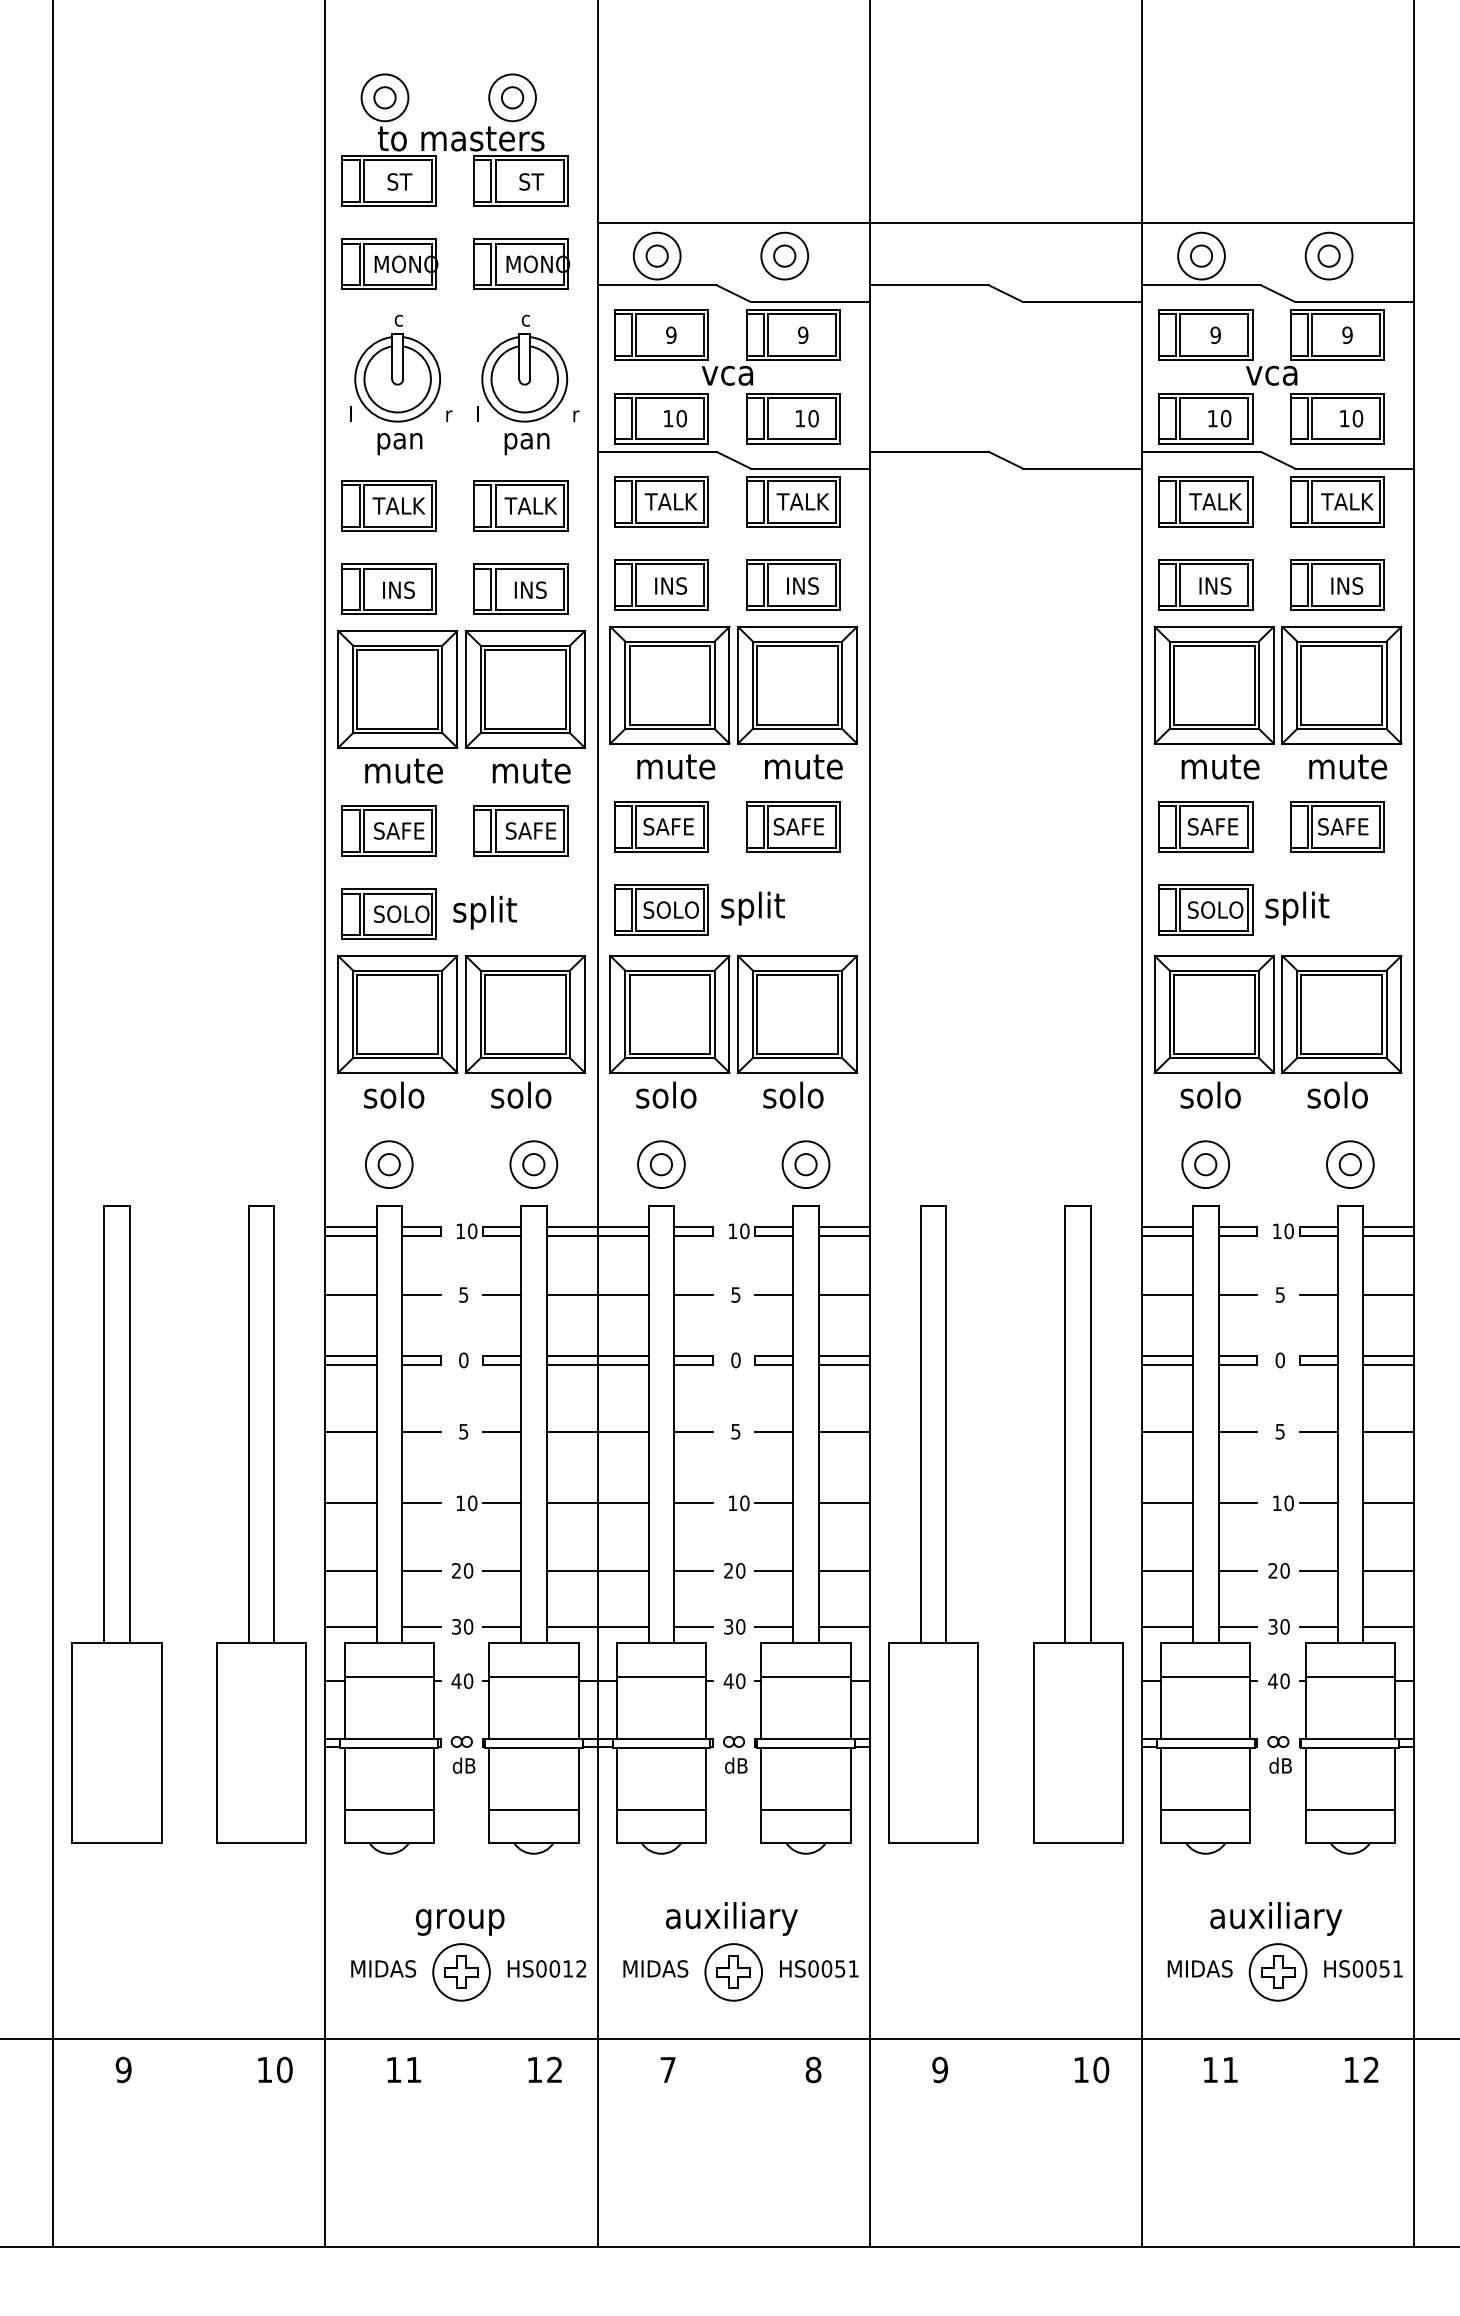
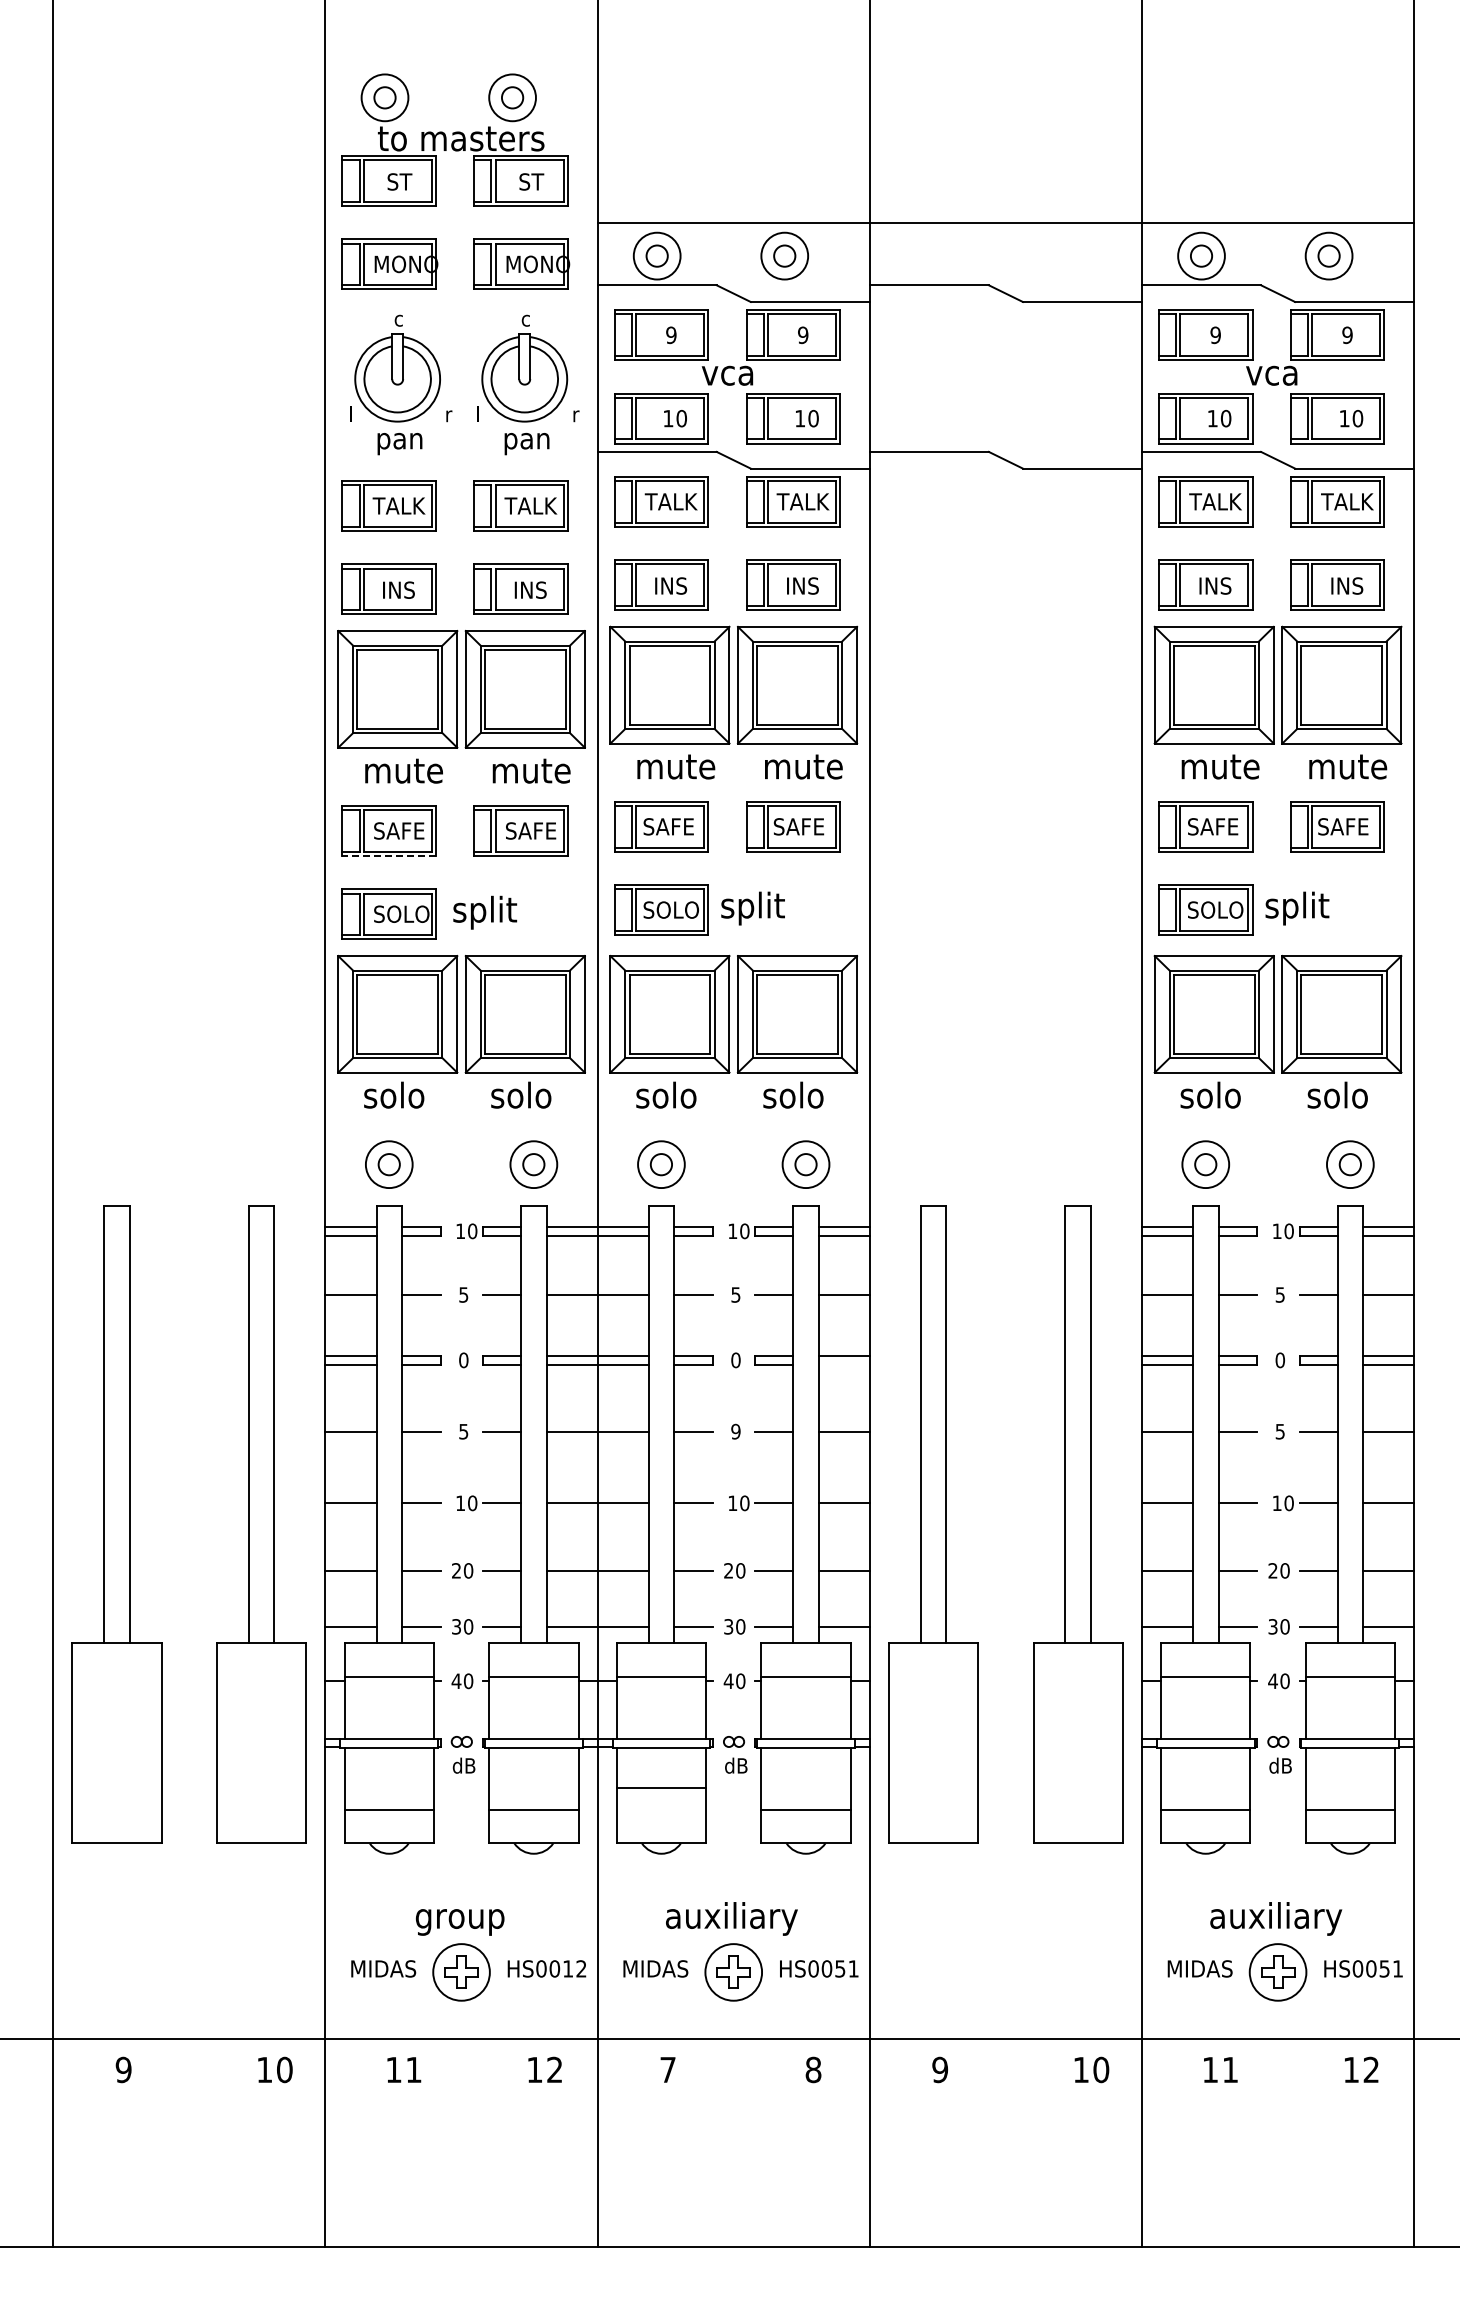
line at (389, 856): solid -> dashed
line at (843, 1364): present -> none
text at (735, 1431): 5 -> 9
line at (661, 1809) position: (661, 1809) -> (661, 1787)
